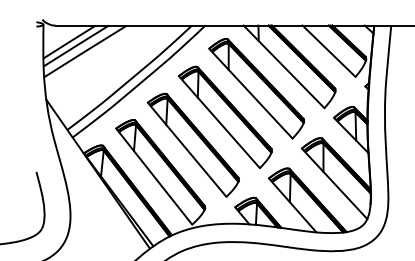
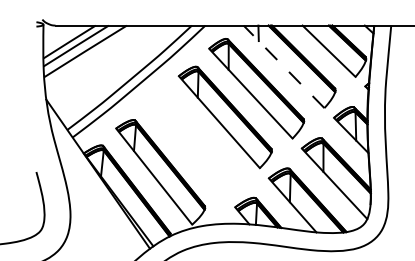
line at (284, 66): solid -> dashed
part at (192, 144): present -> none
